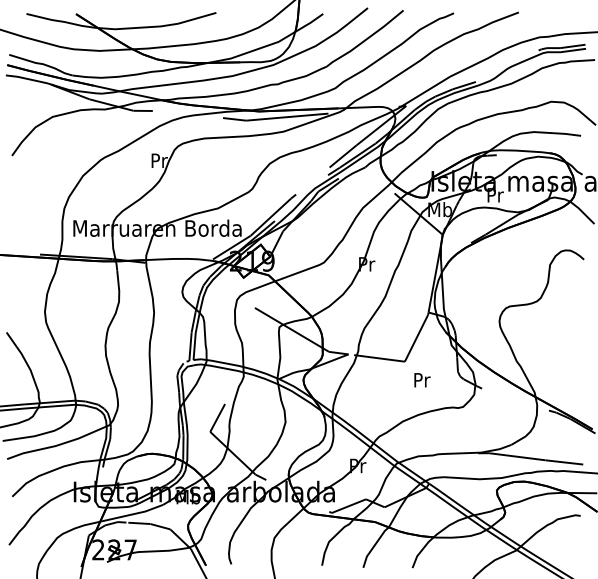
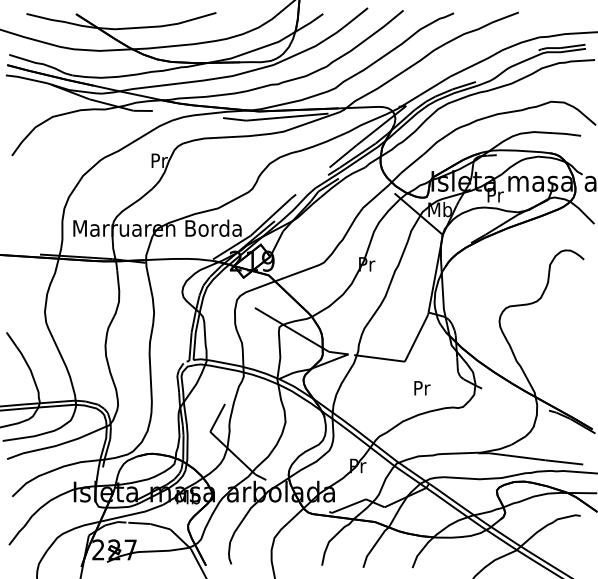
text at (422, 380) position: (422, 380) -> (422, 388)
